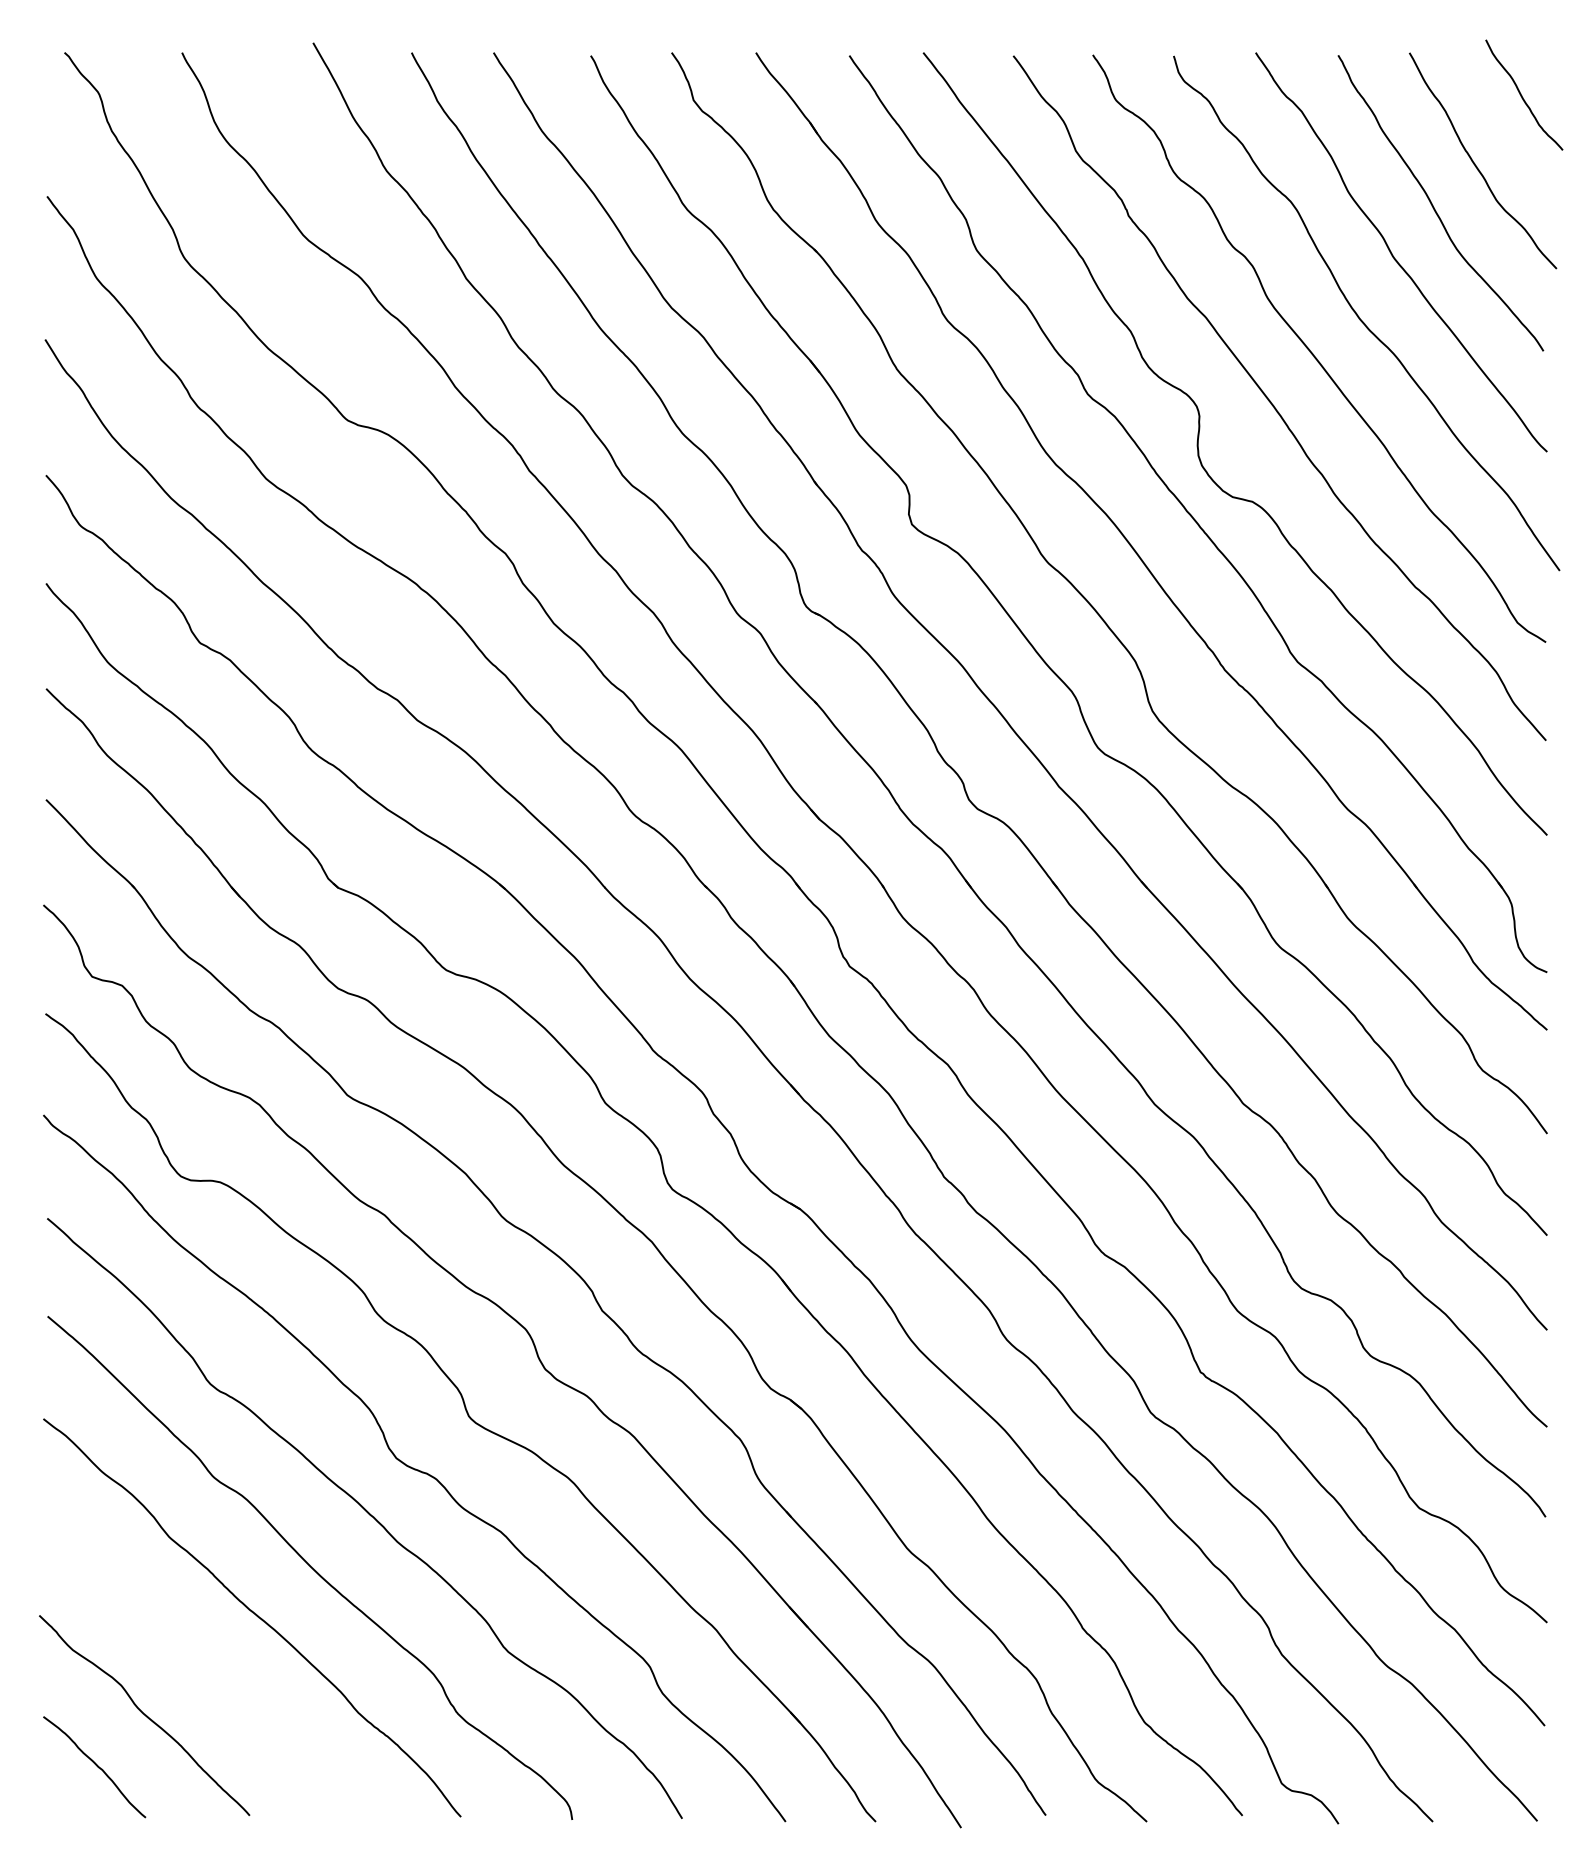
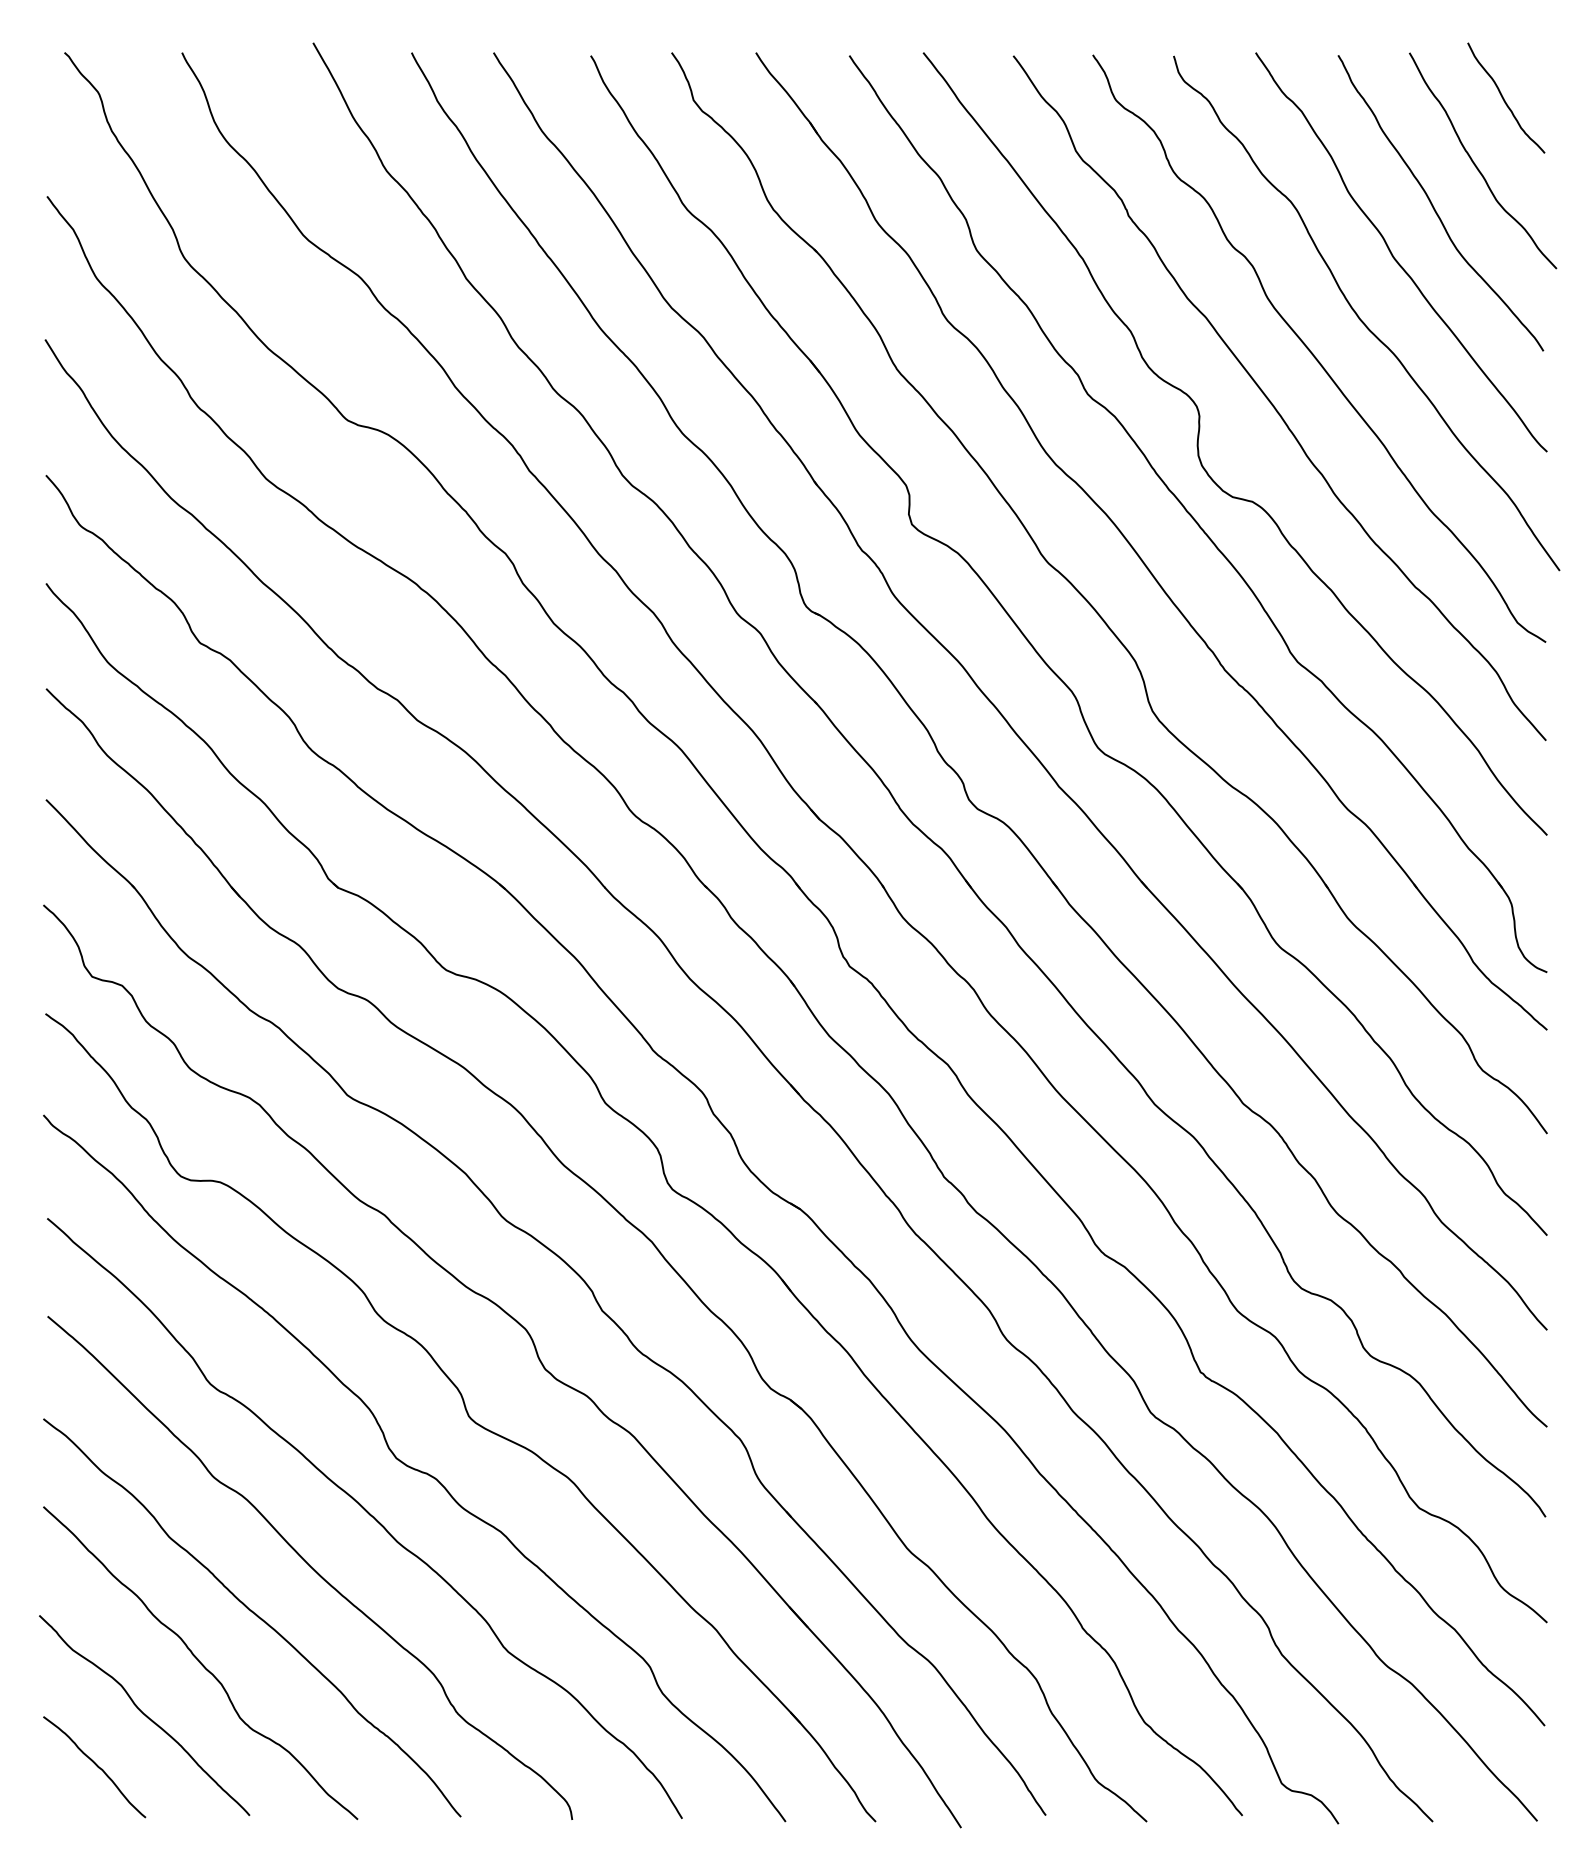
curve at (1522, 95) position: (1522, 95) -> (1504, 98)
curve at (200, 1662): none -> present
